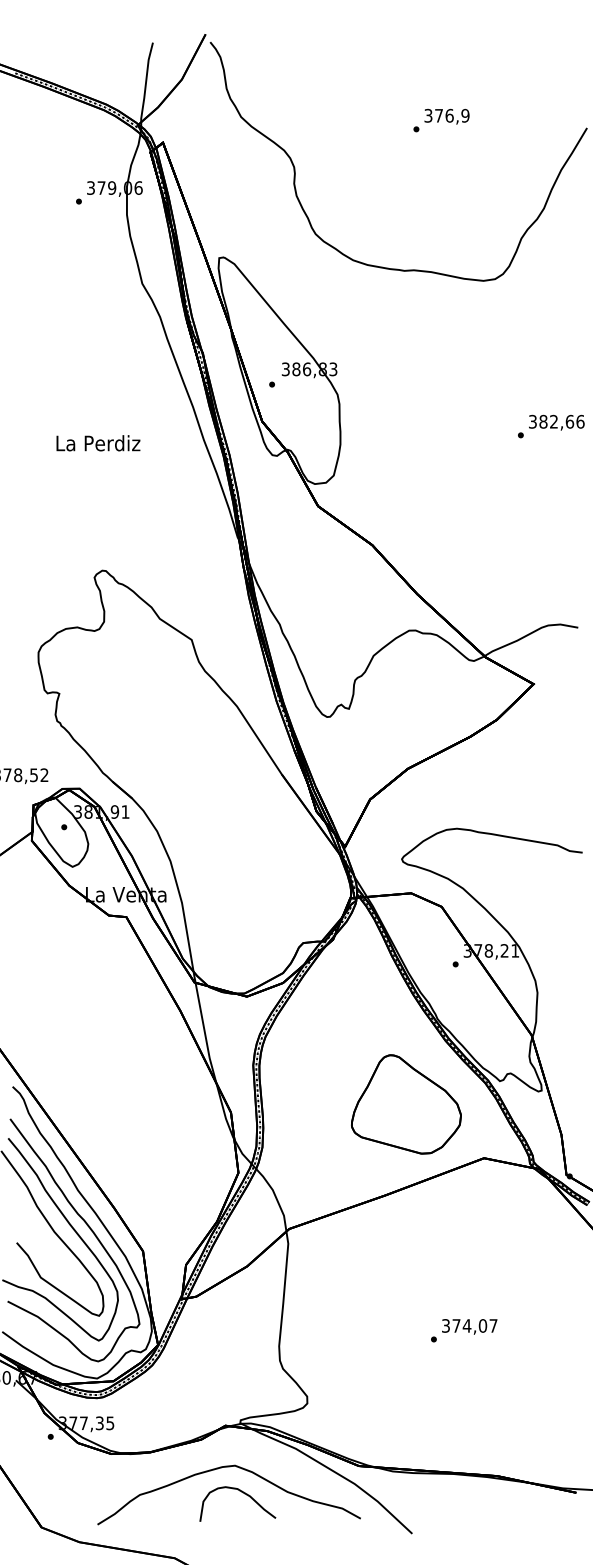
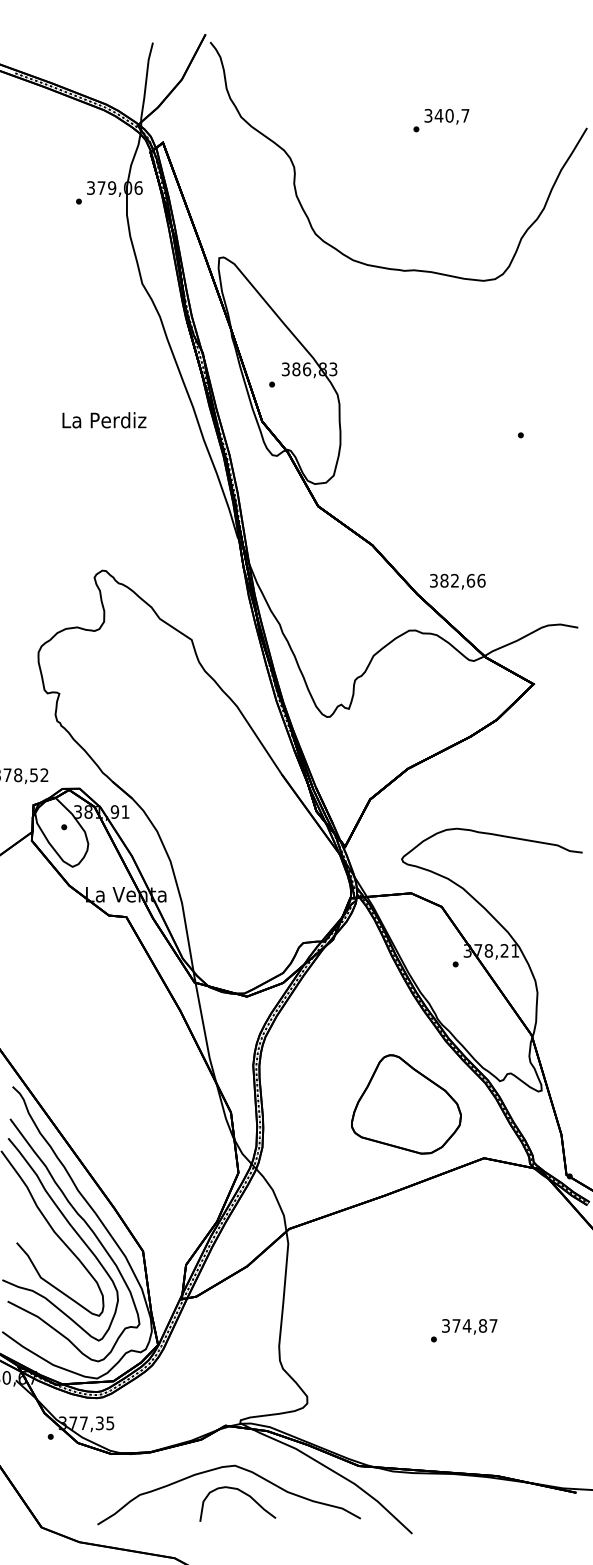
text at (451, 115): 376,9 -> 340,7
text at (556, 422) position: (556, 422) -> (457, 581)
text at (98, 443) position: (98, 443) -> (104, 420)
text at (482, 1325): 374,07 -> 374,87
